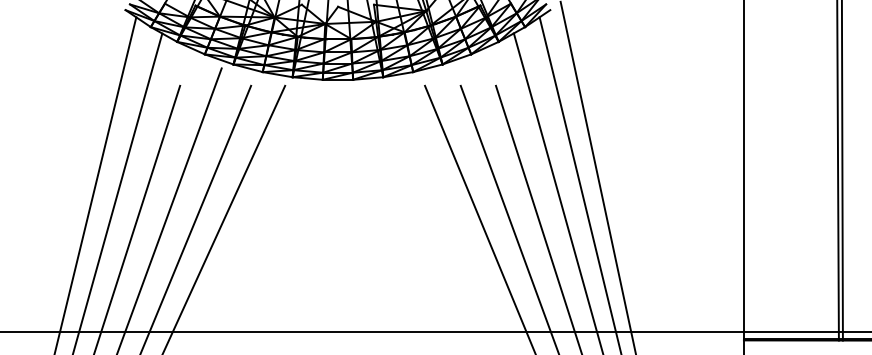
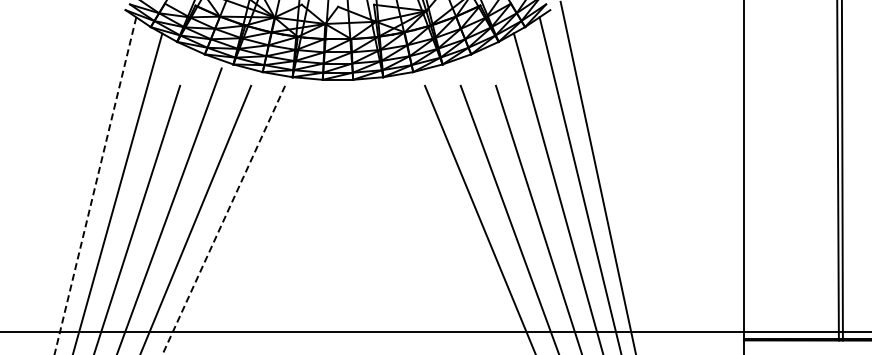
line at (95, 186): solid -> dashed
line at (223, 220): solid -> dashed
